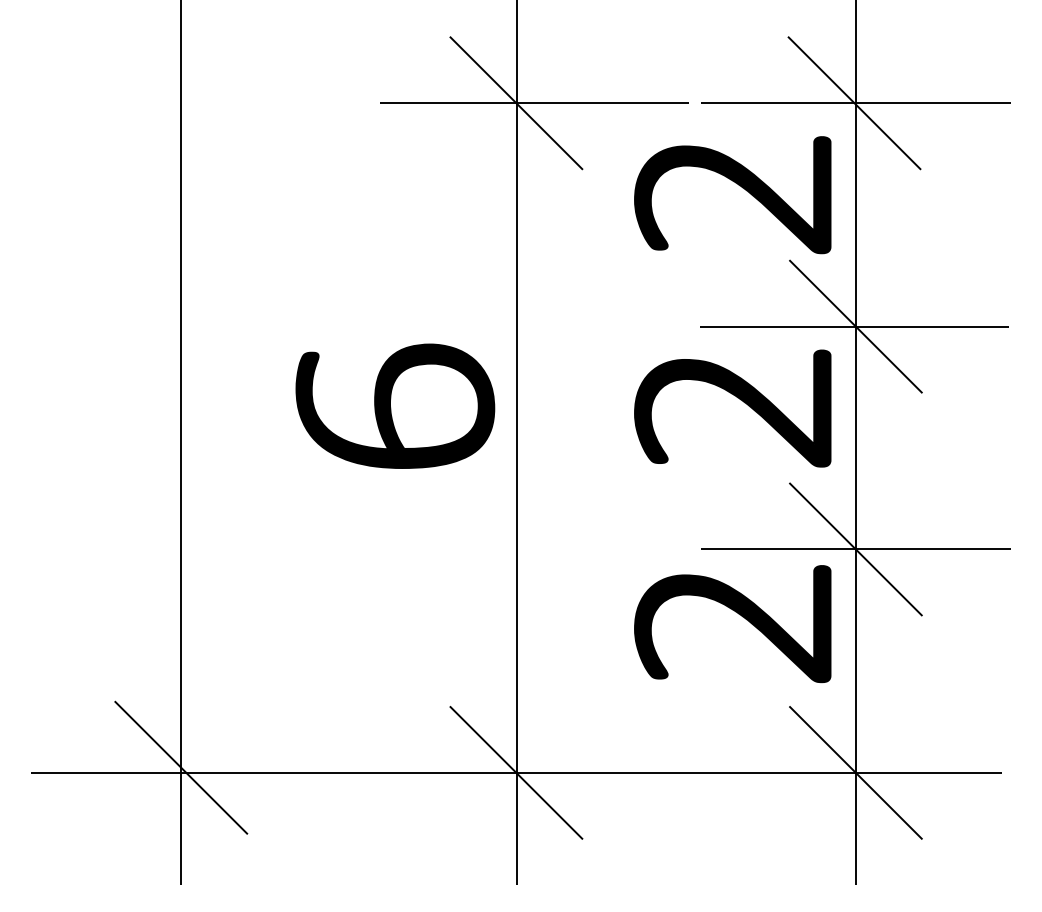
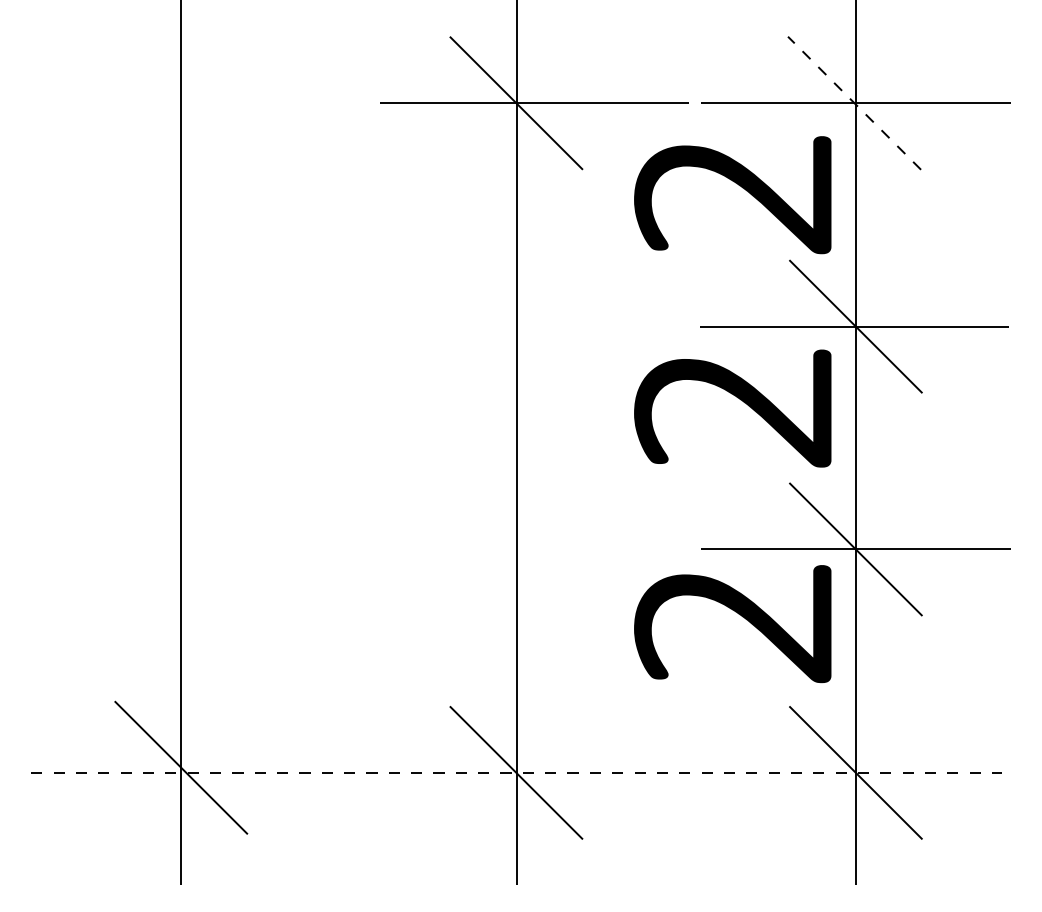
line at (854, 102): solid -> dashed
part at (395, 405): present -> none
line at (516, 772): solid -> dashed
